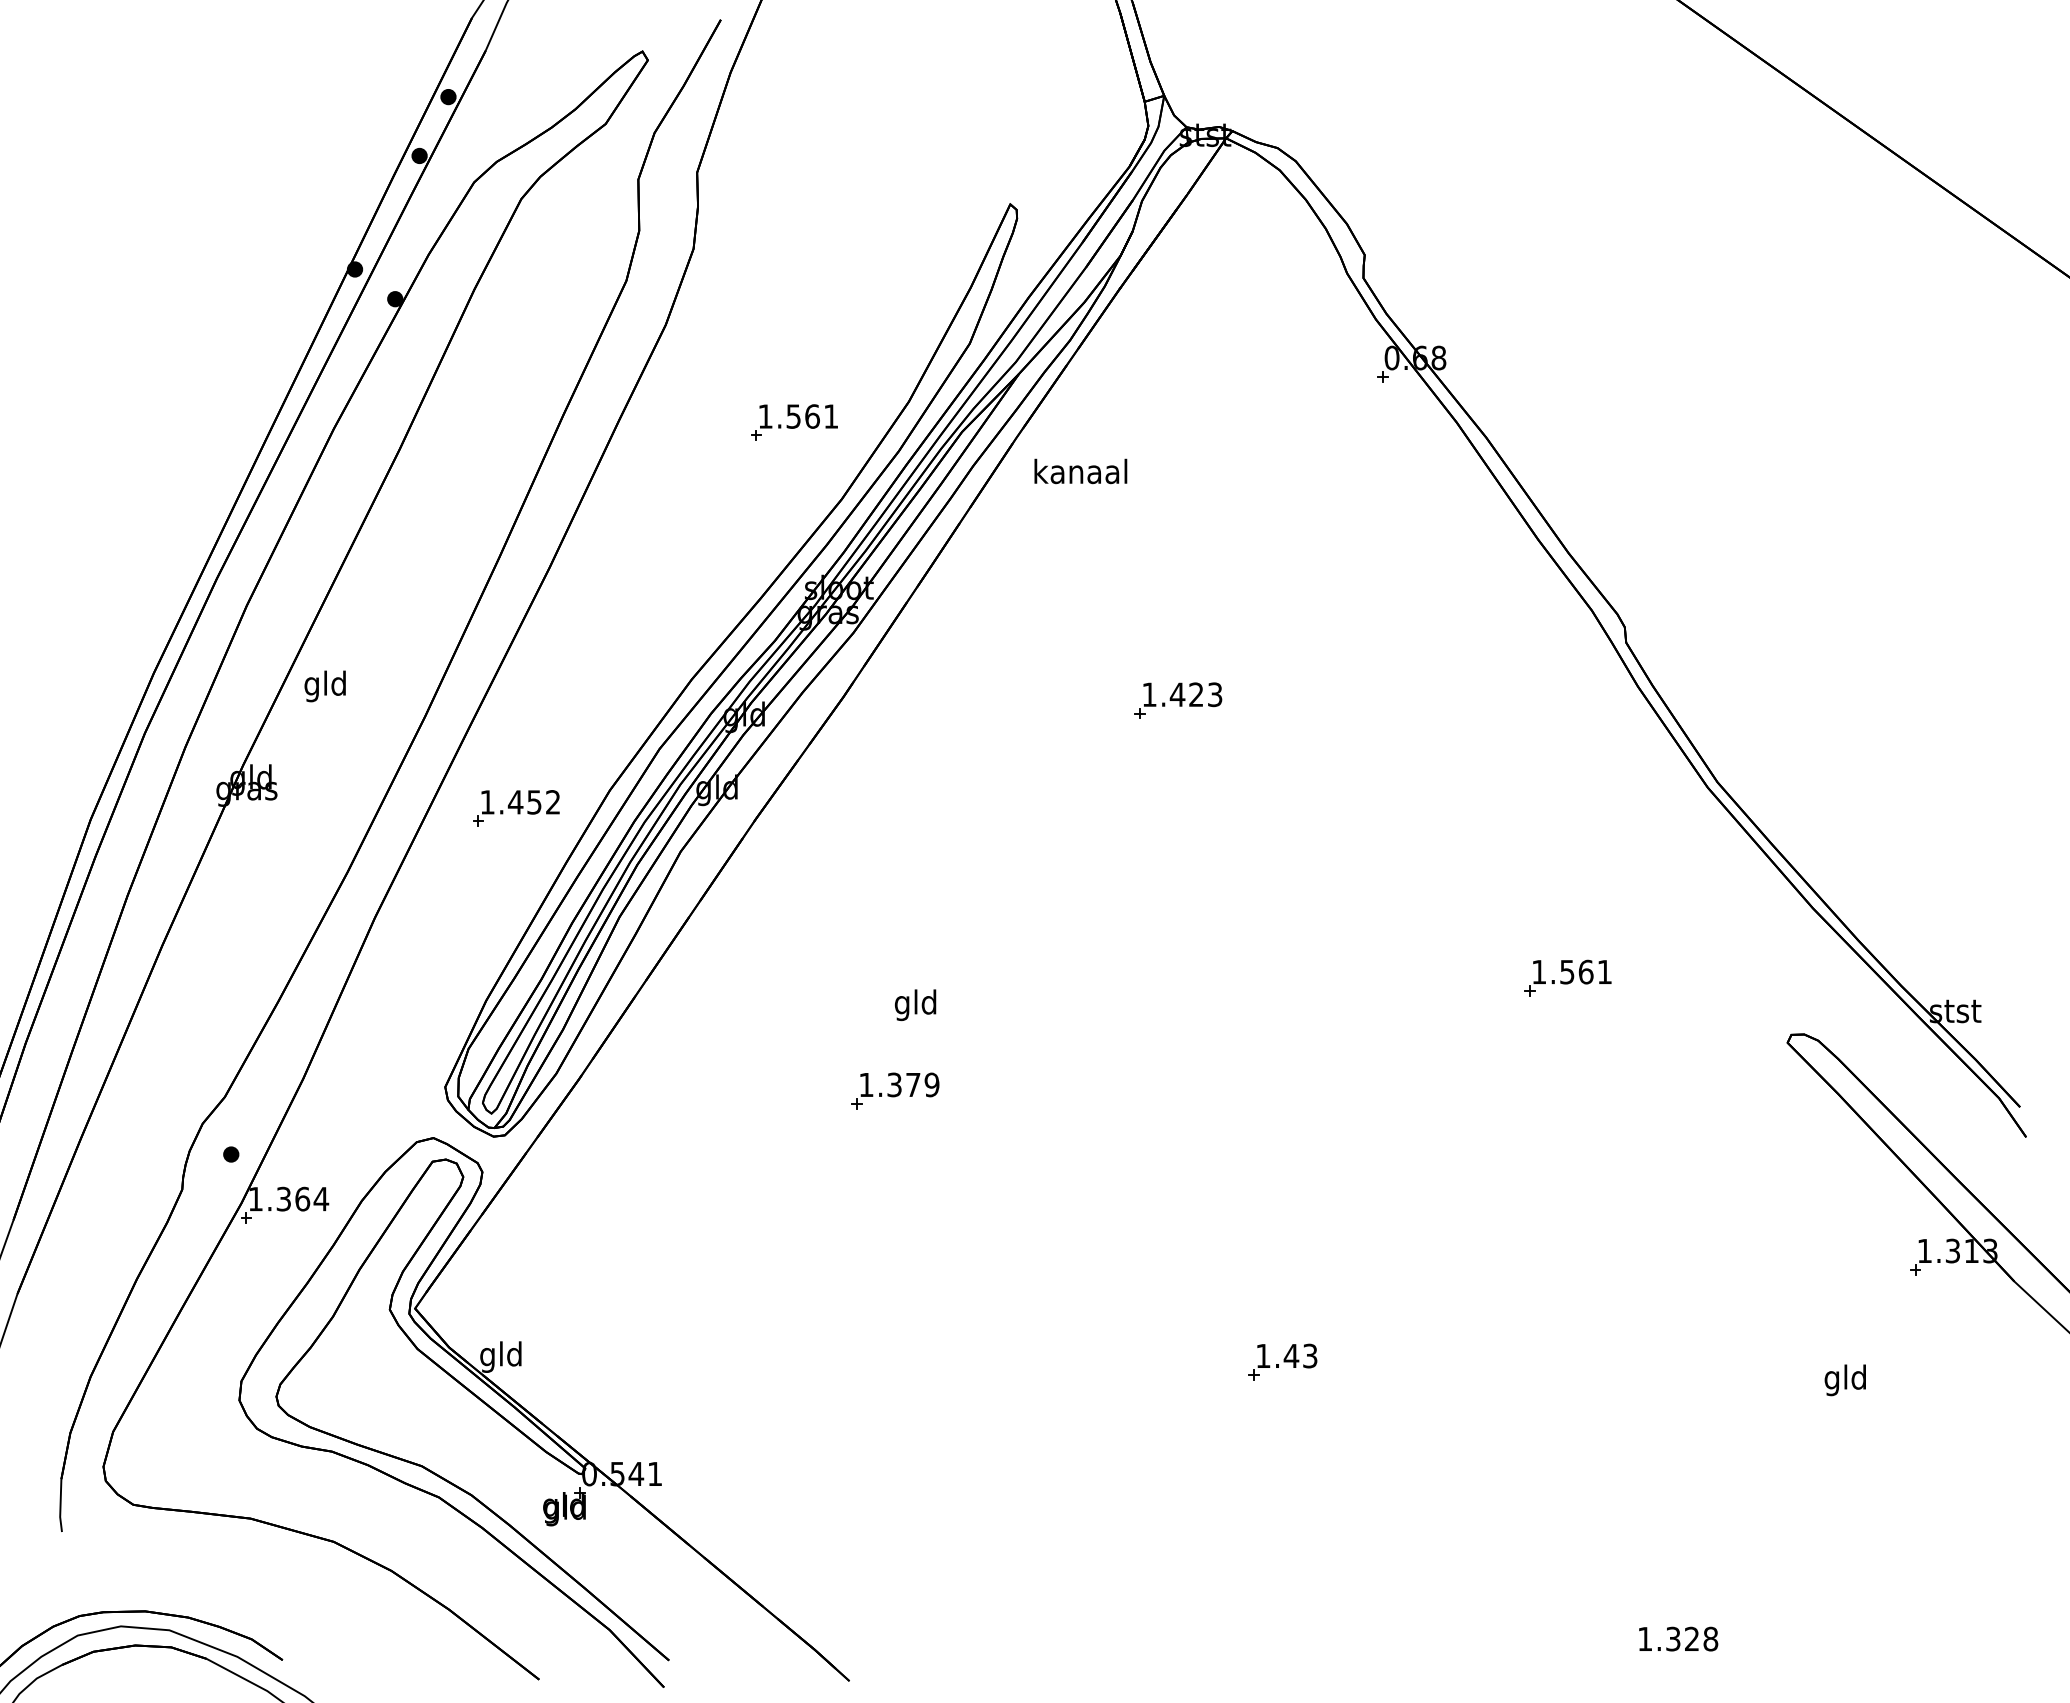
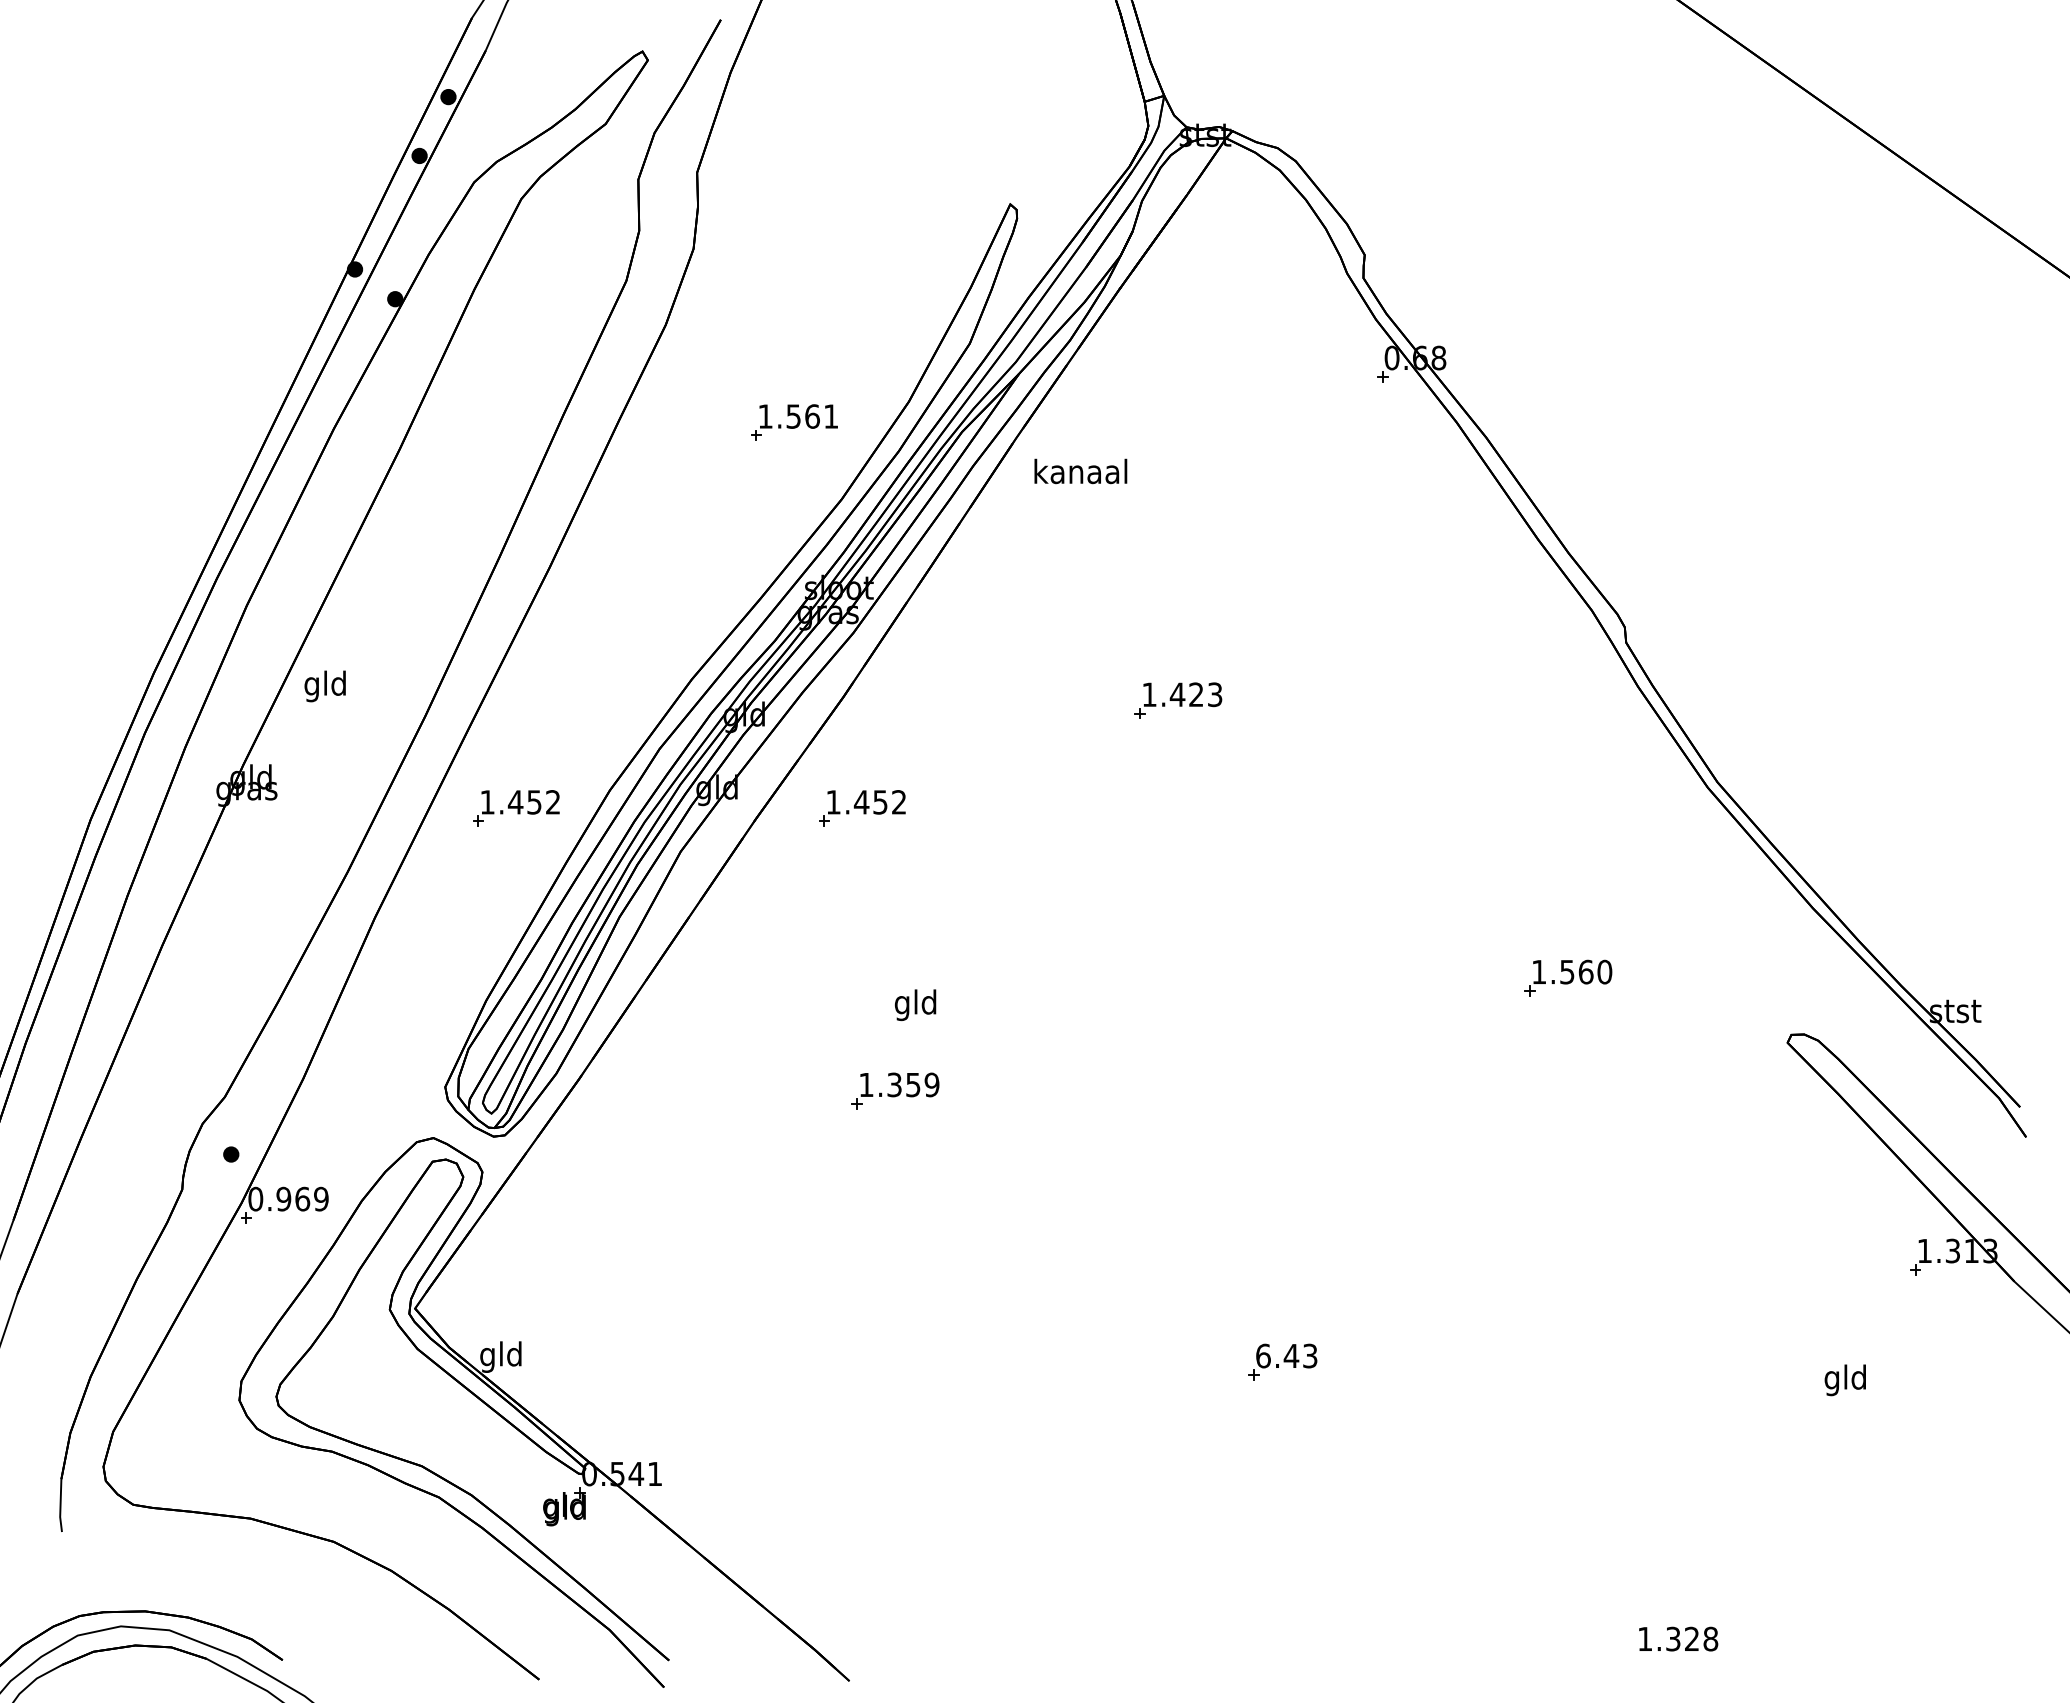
part at (862, 808): none -> present
text at (1604, 971): 1.561 -> 1.560
text at (913, 1085): 1.379 -> 1.359
text at (288, 1198): 1.364 -> 0.969
text at (1263, 1355): 1.43 -> 6.43
